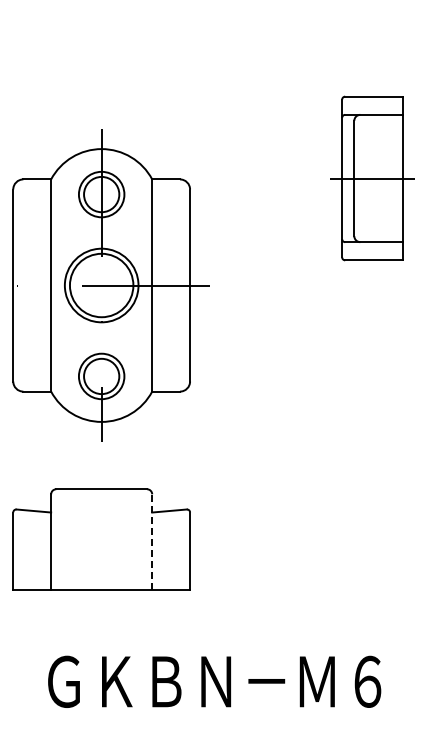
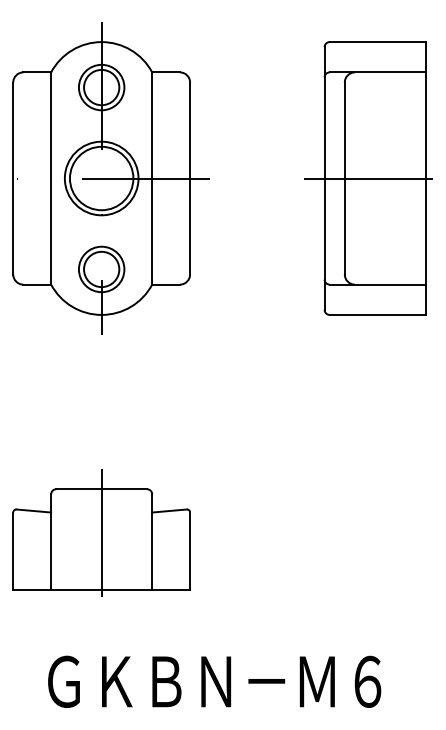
part at (371, 178) size: 84x167 px -> 129x275 px
part at (110, 285) position: (110, 285) -> (110, 178)
line at (101, 539): none -> present
line at (152, 542): dashed -> solid
